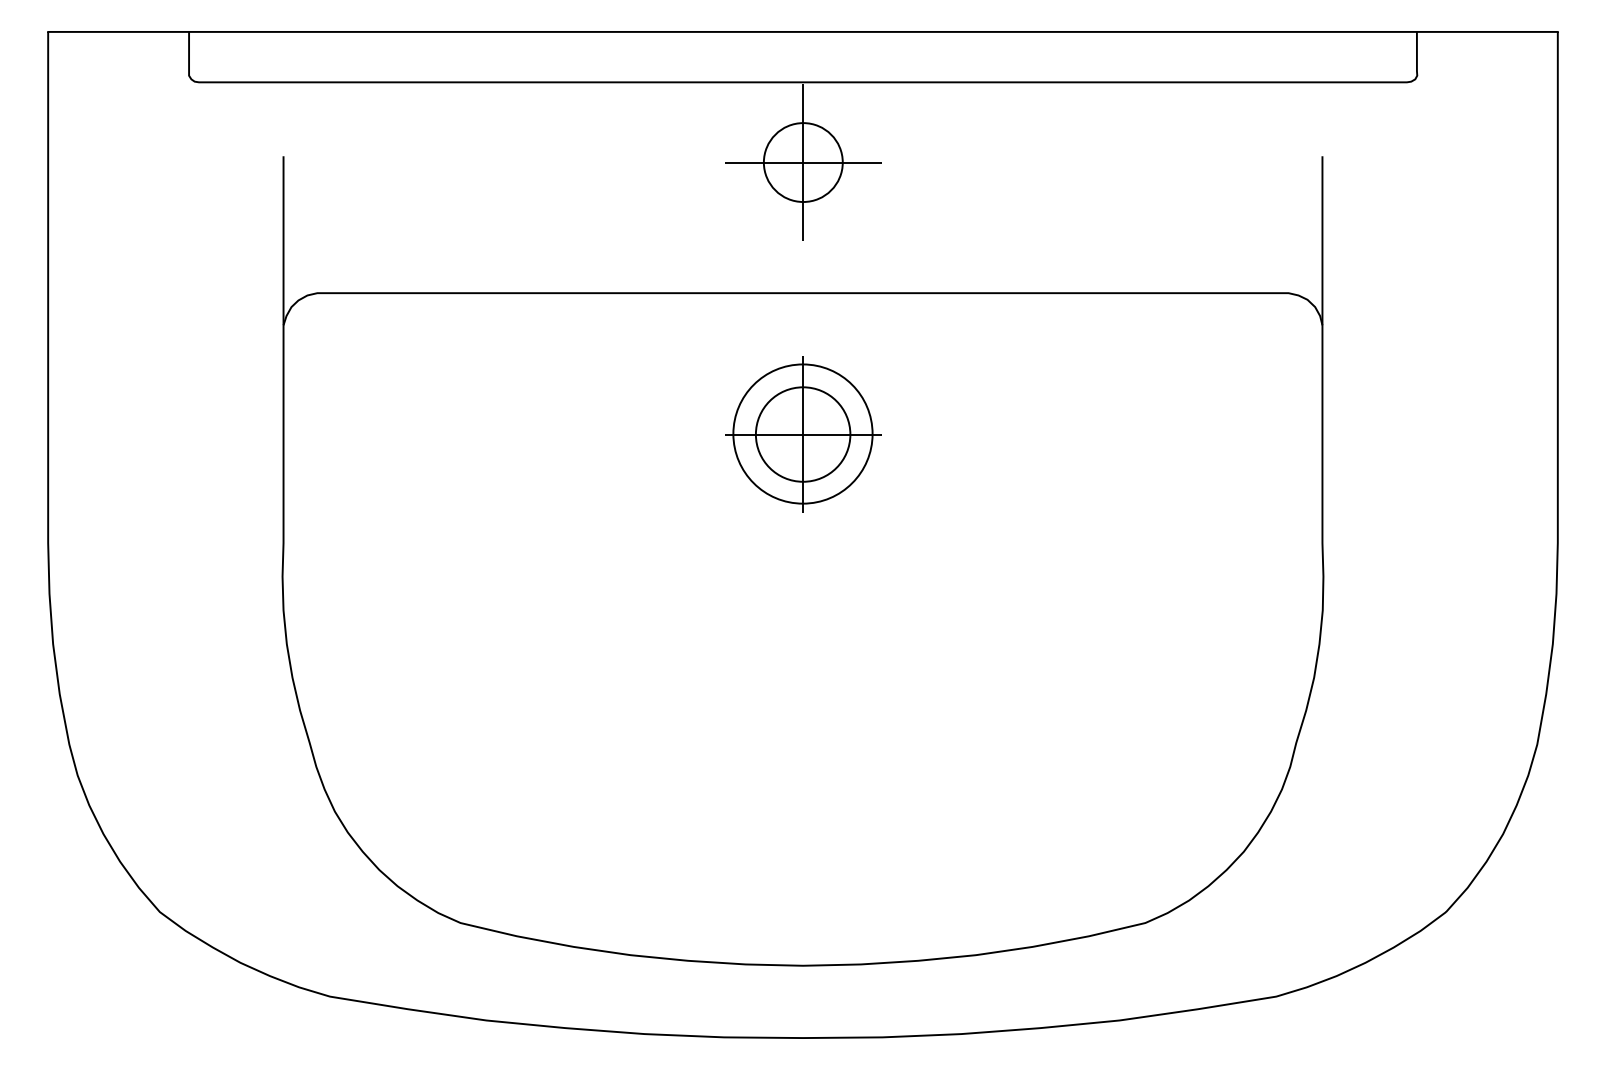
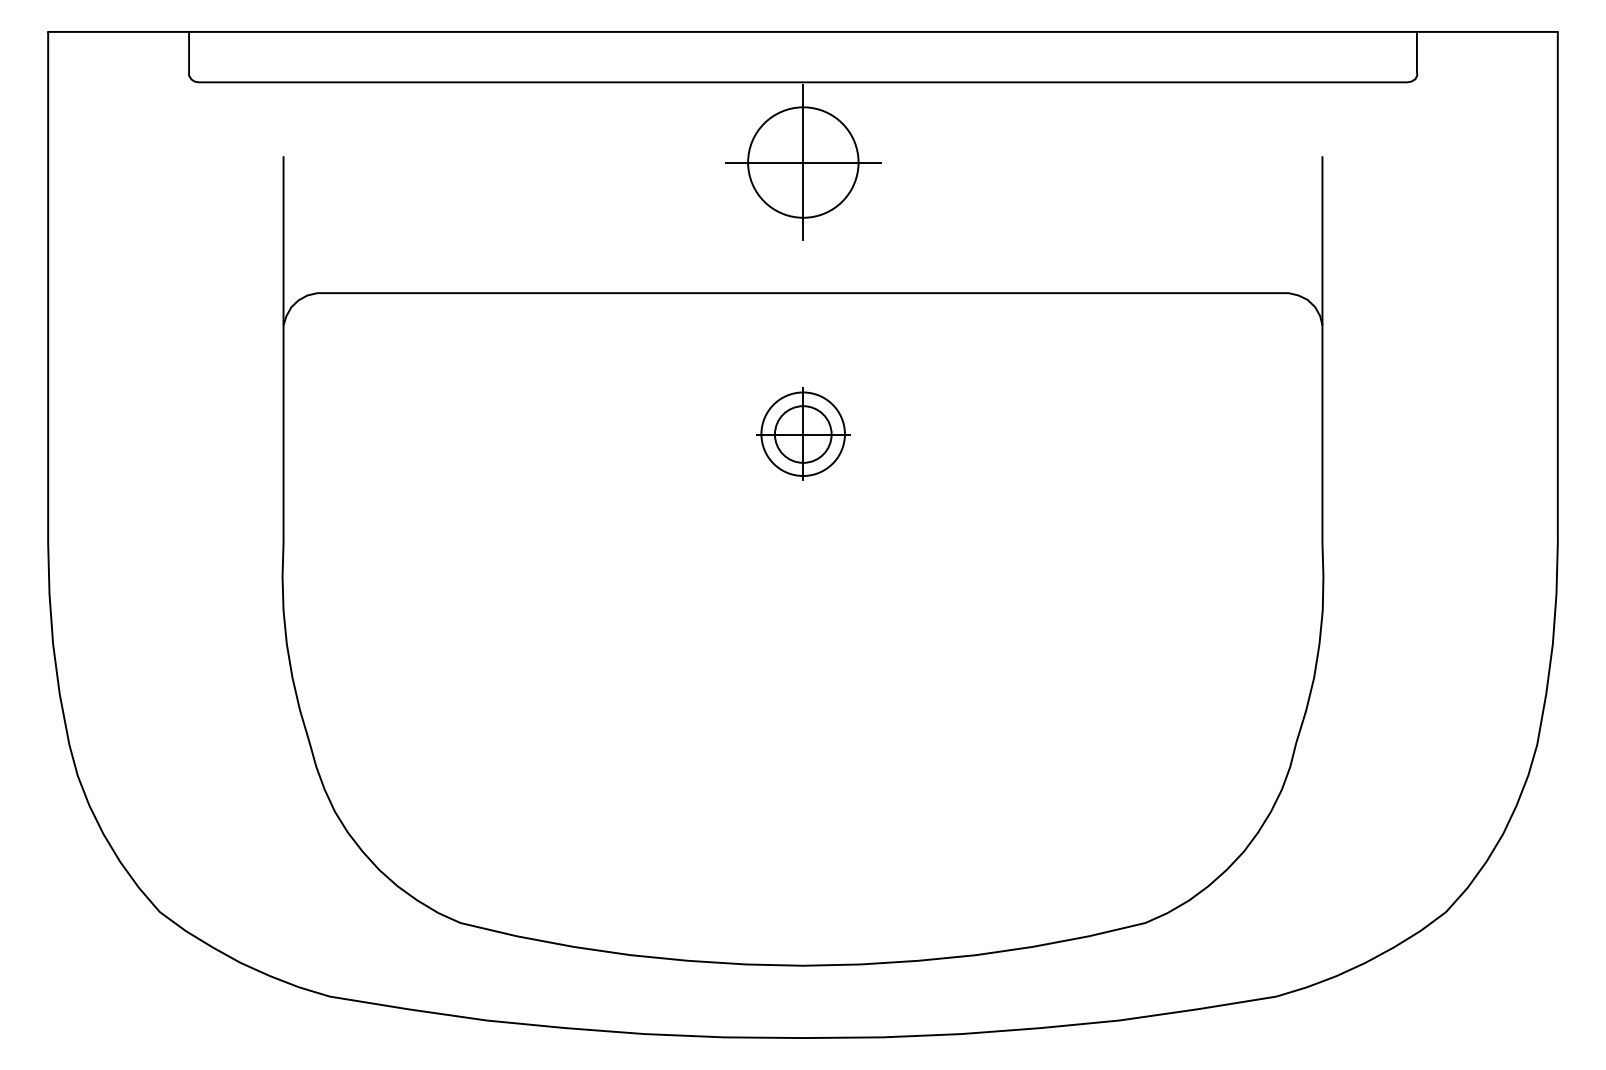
circle at (802, 162) diameter: 79 px -> 110 px
part at (803, 434) size: 157x157 px -> 95x94 px
